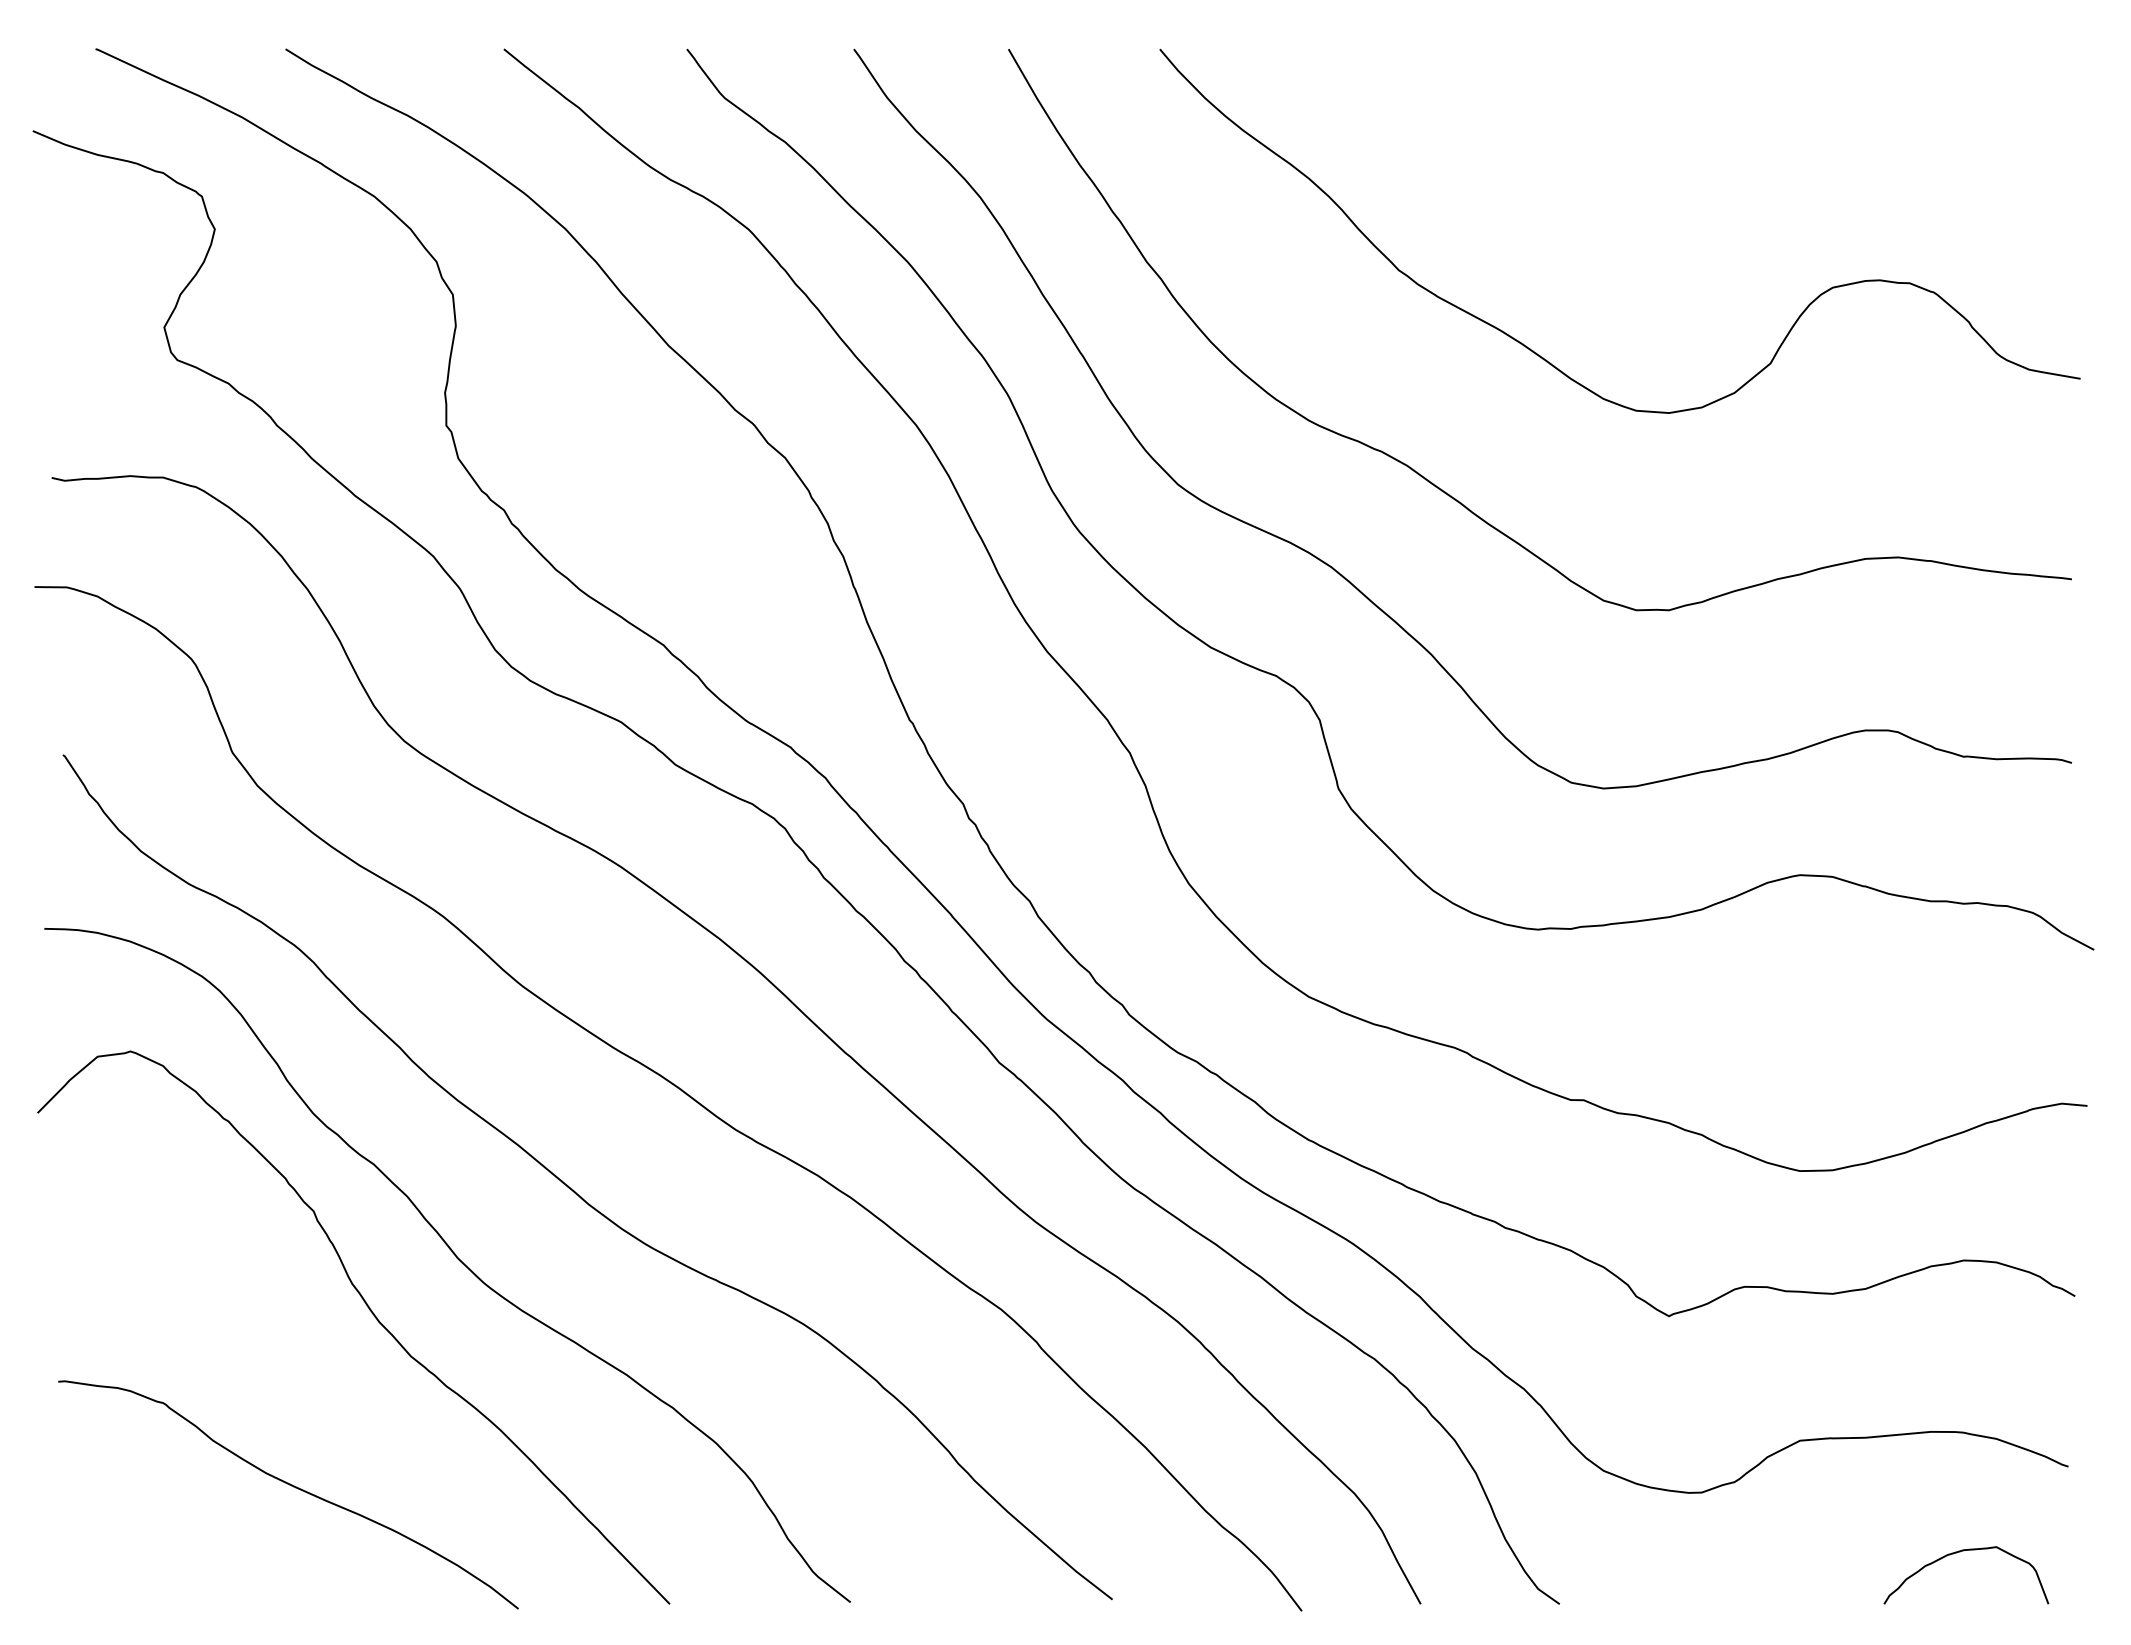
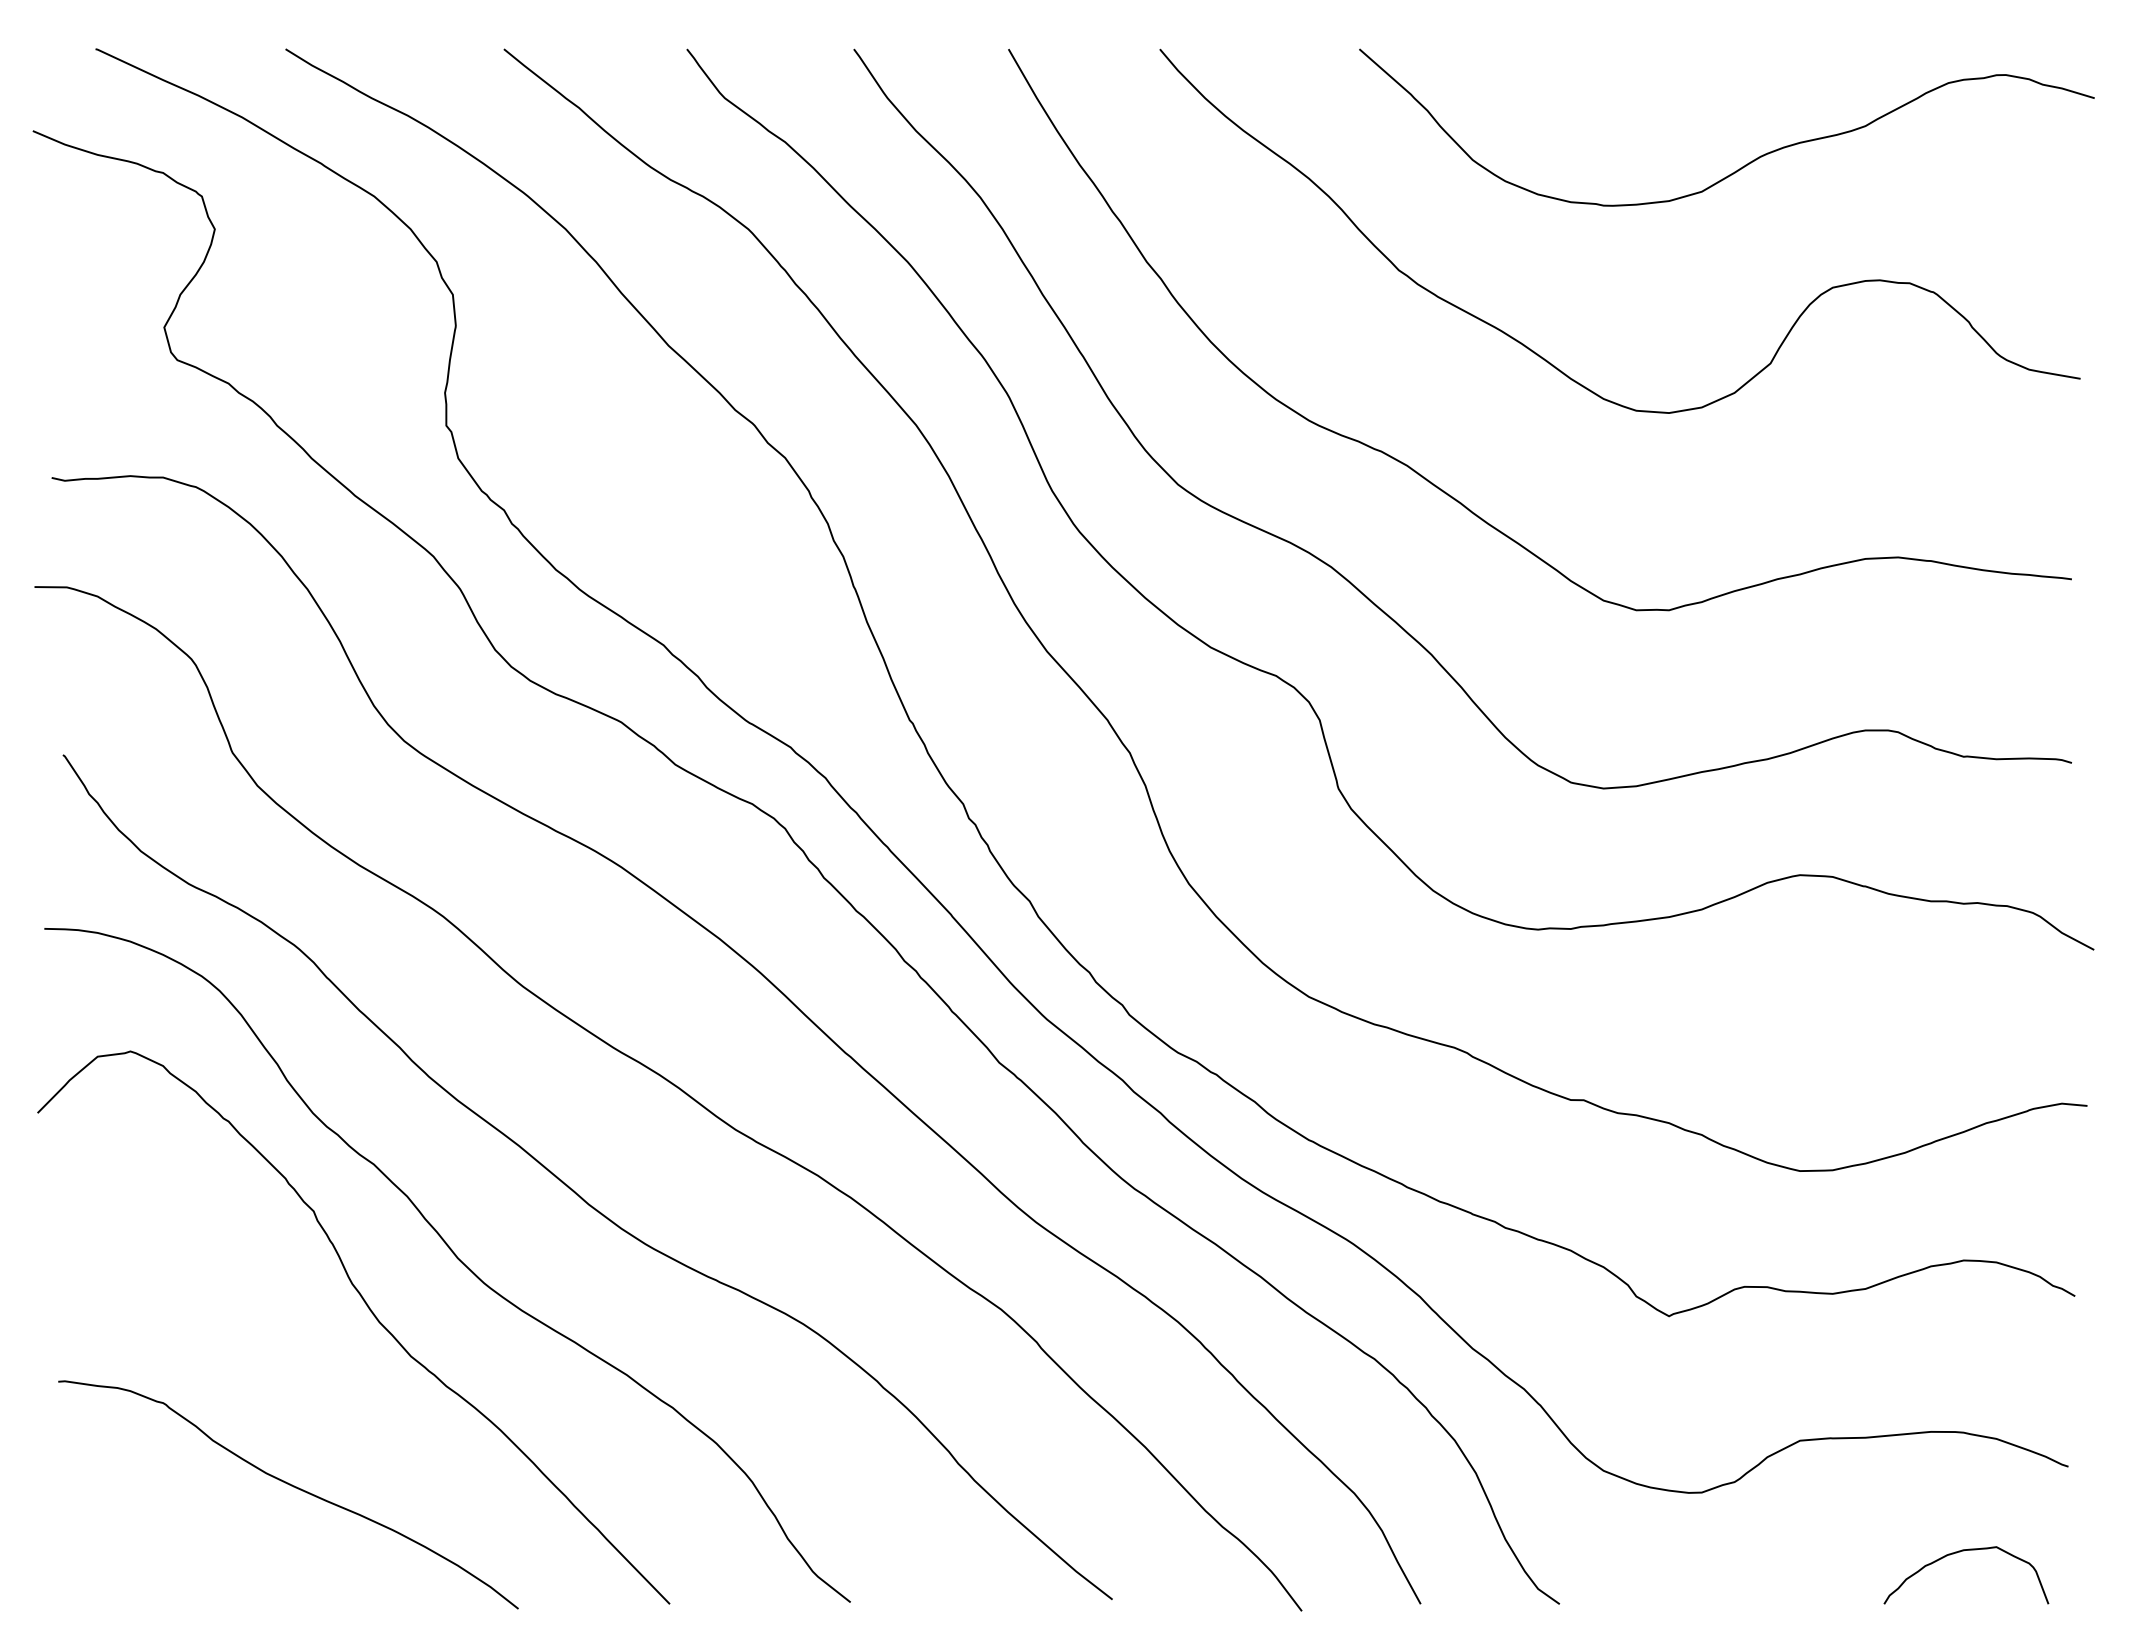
curve at (1748, 162): none -> present
